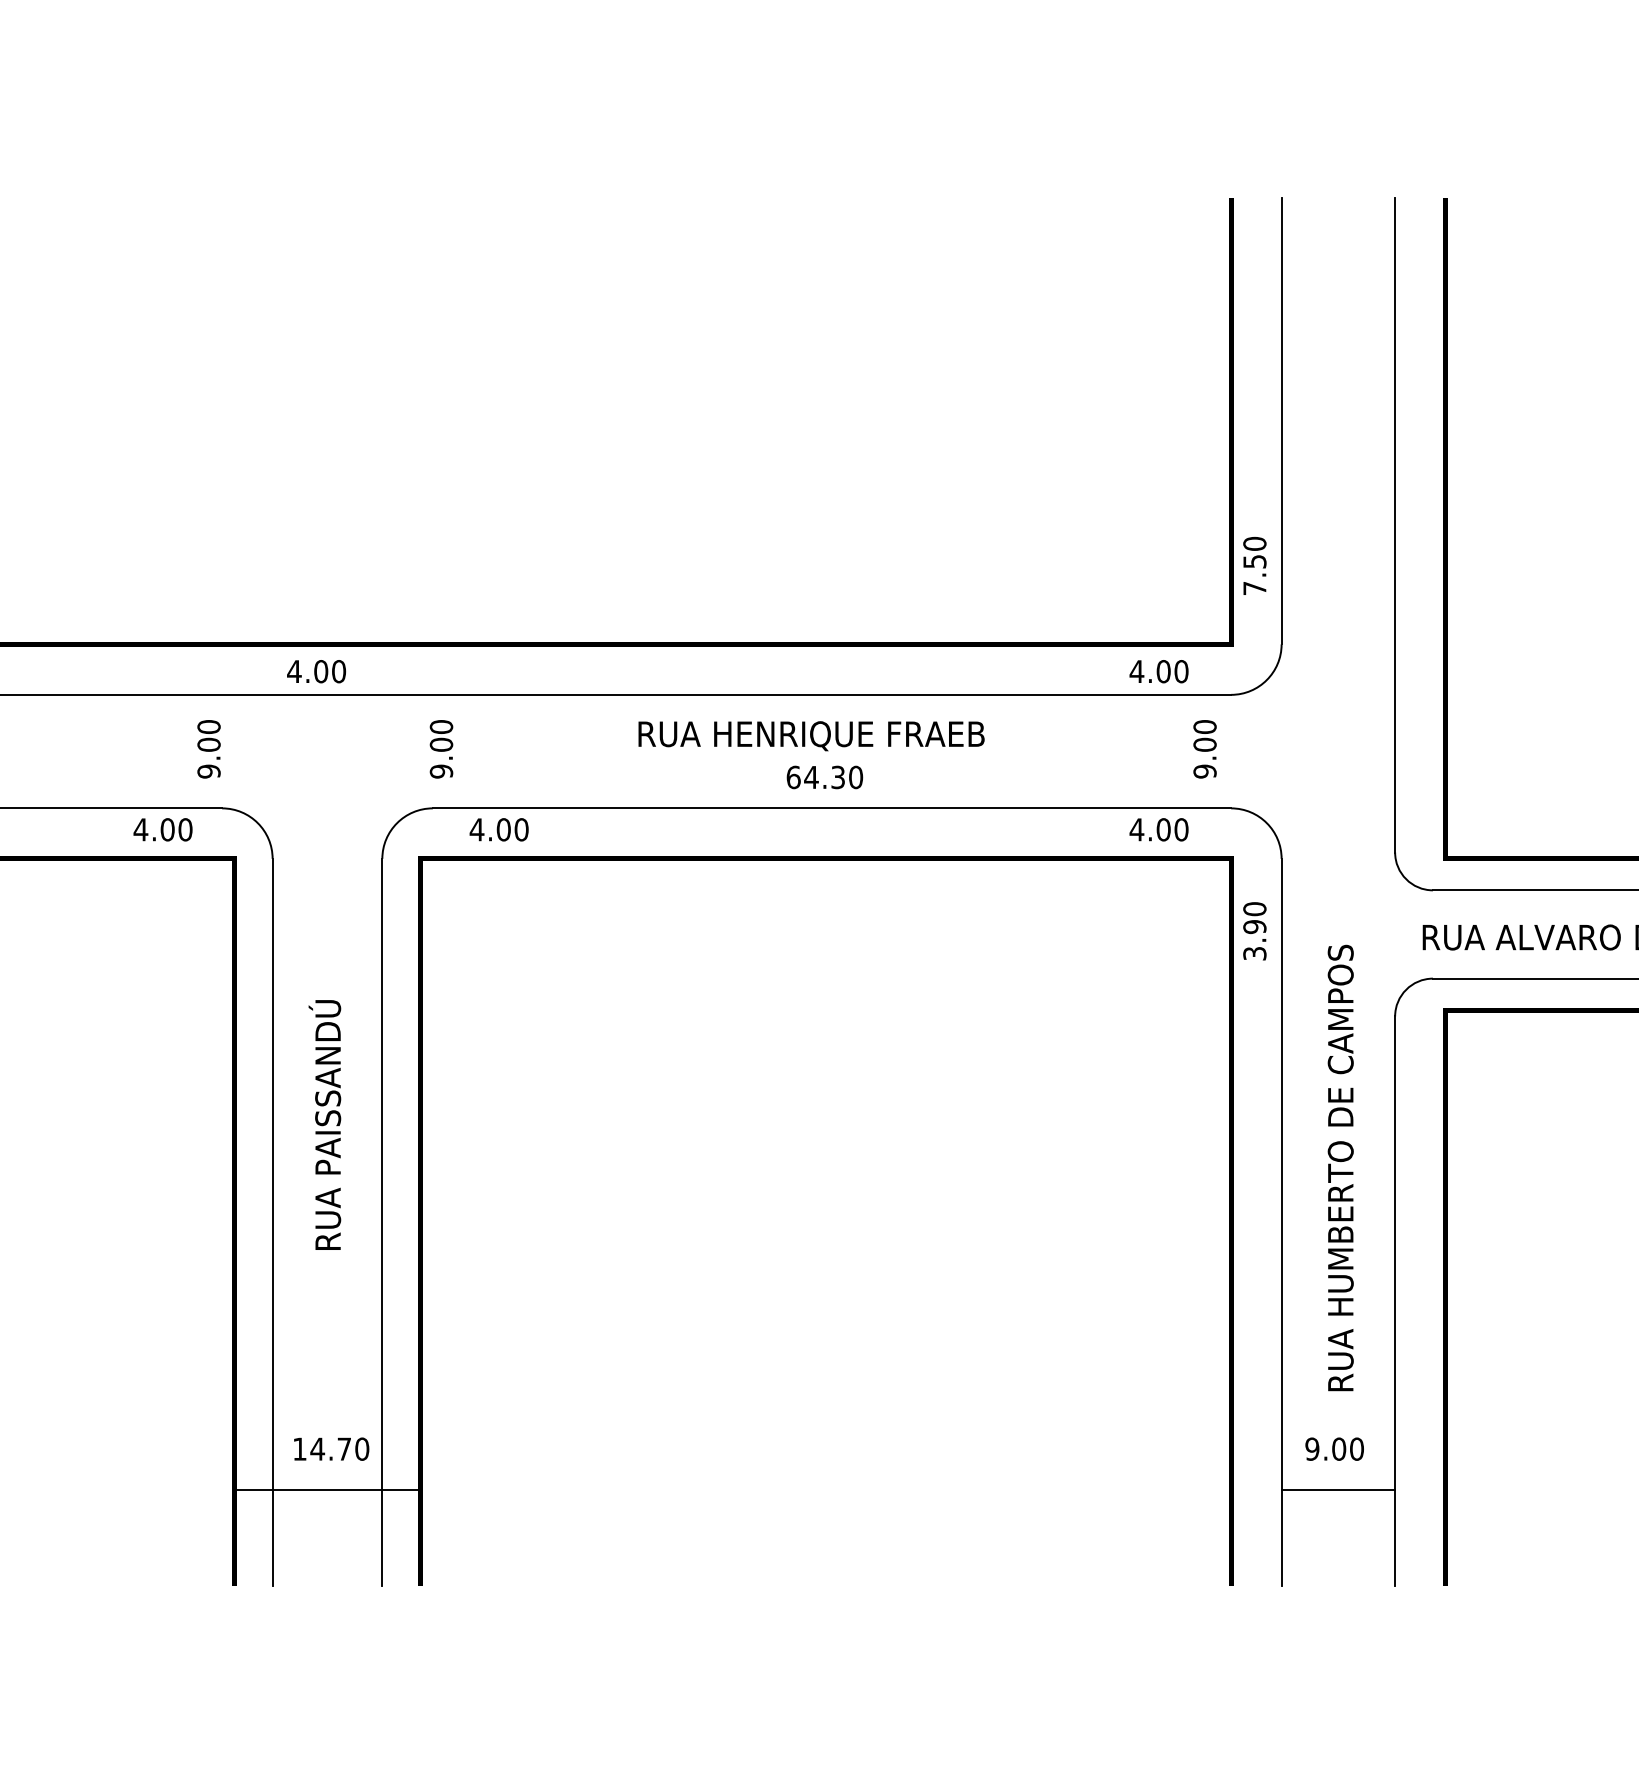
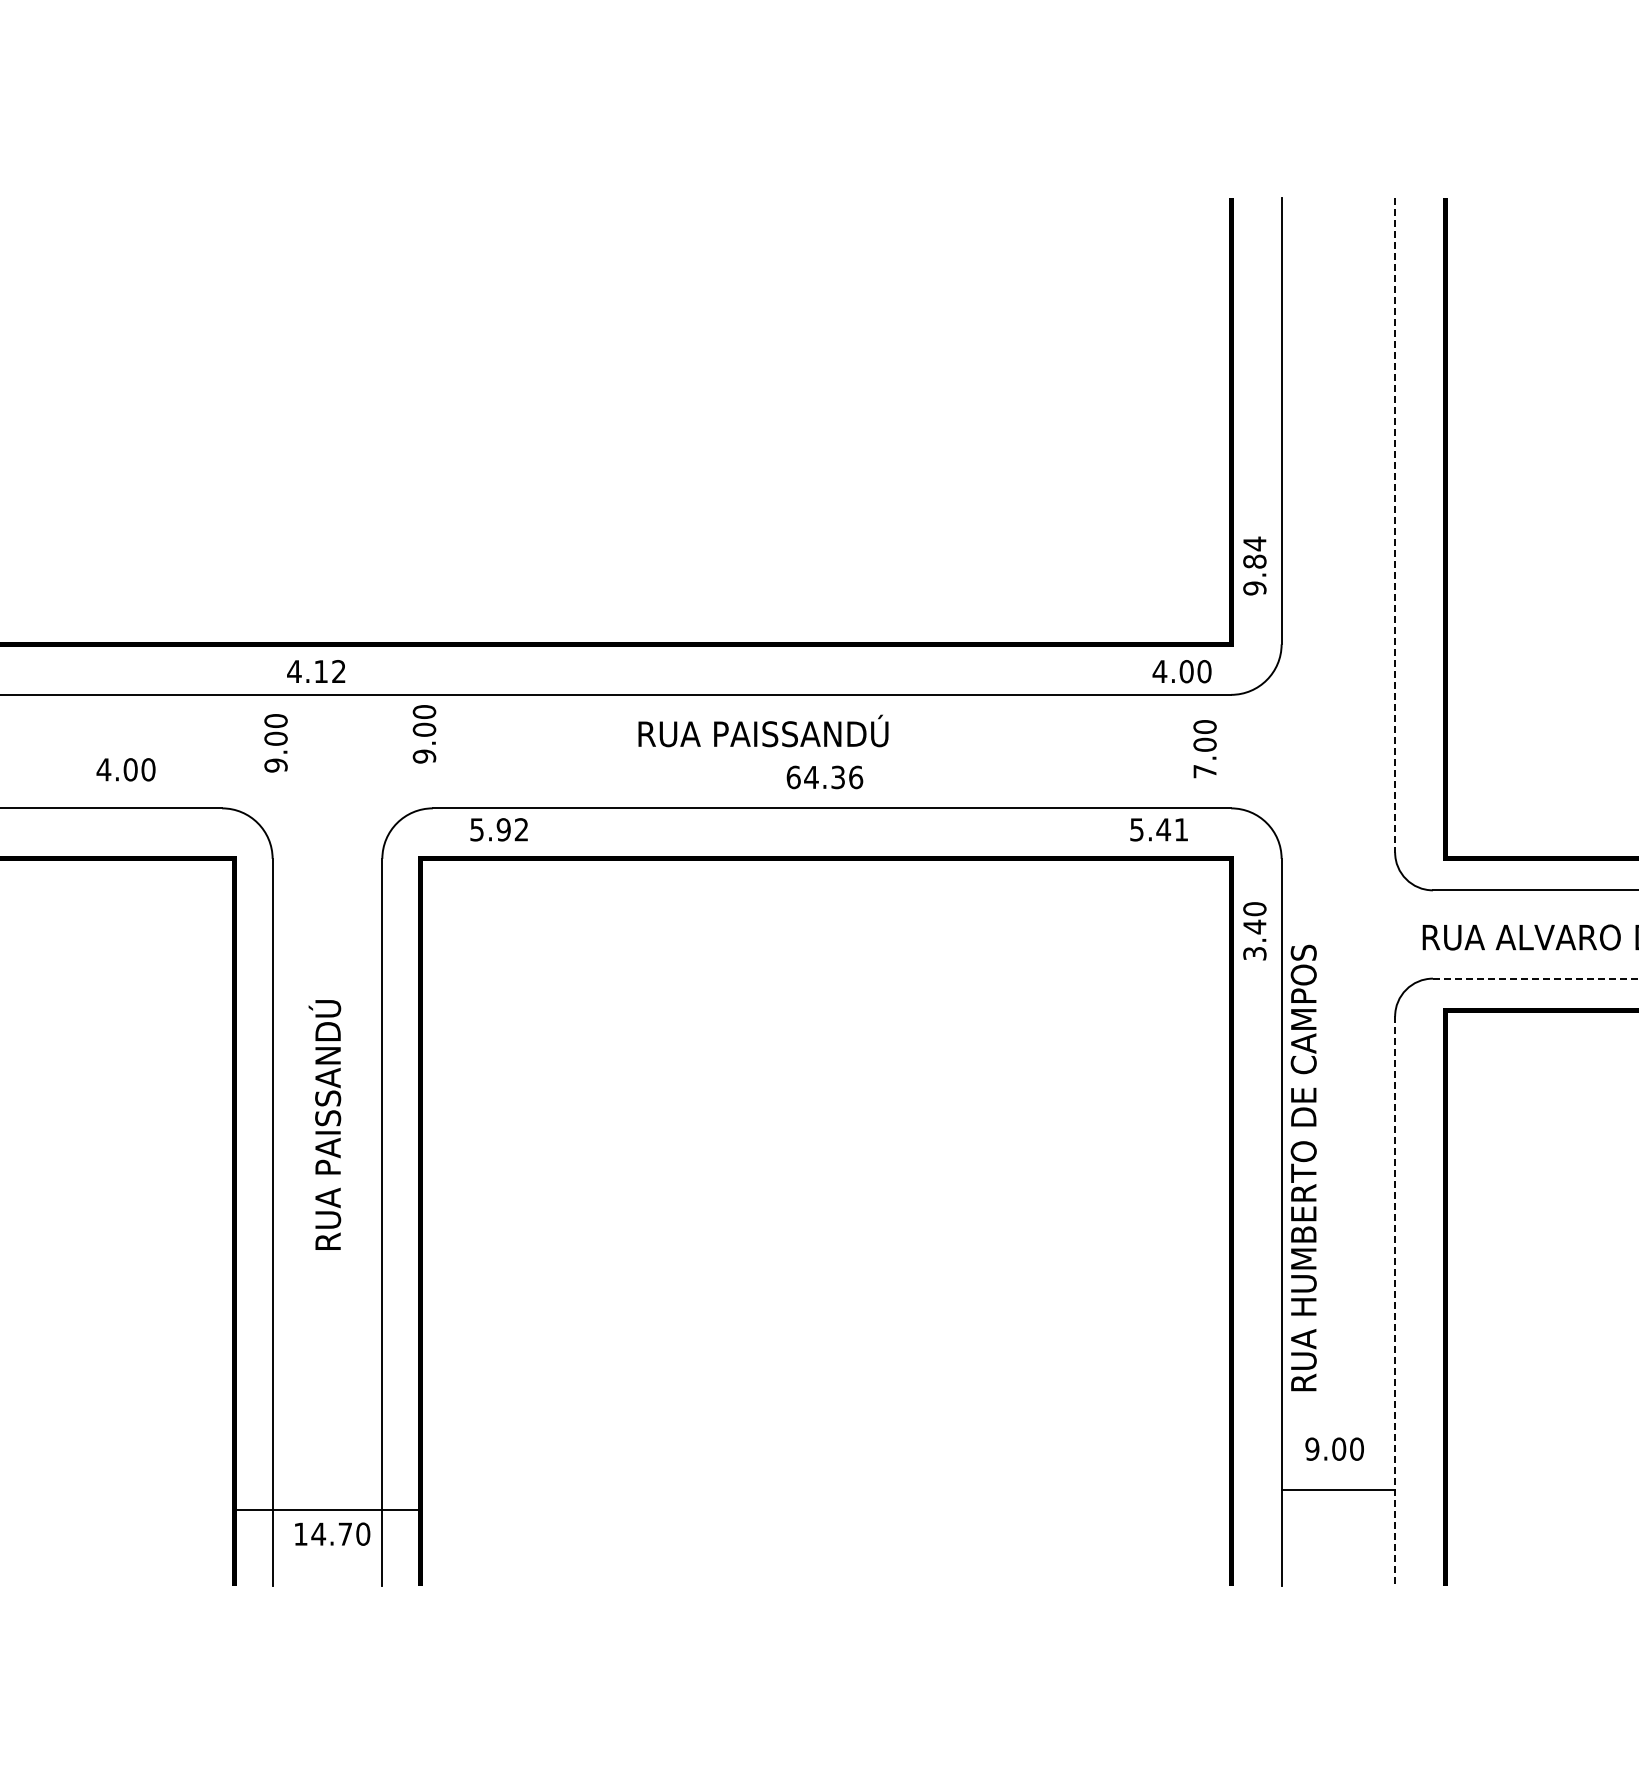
line at (1395, 525): solid -> dashed
text at (1254, 565): 7.50 -> 9.84
text at (330, 671): 4.00 -> 4.12
text at (1158, 671) position: (1158, 671) -> (1181, 671)
text at (850, 732): RUA HENRIQUE FRAEB -> RUA PAISSANDÚ
text at (208, 749) position: (208, 749) -> (275, 743)
text at (441, 749) position: (441, 749) -> (424, 734)
text at (1204, 771): 9.00 -> 7.00
text at (856, 776): 64.30 -> 64.36
text at (162, 829) position: (162, 829) -> (125, 769)
text at (498, 829): 4.00 -> 5.92
text at (1158, 829): 4.00 -> 5.41
text at (1254, 926): 3.90 -> 3.40
line at (1535, 978): solid -> dashed
text at (1340, 1167) position: (1340, 1167) -> (1303, 1167)
line at (1395, 1301): solid -> dashed
text at (331, 1448) position: (331, 1448) -> (332, 1533)
line at (327, 1489) position: (327, 1489) -> (327, 1509)
